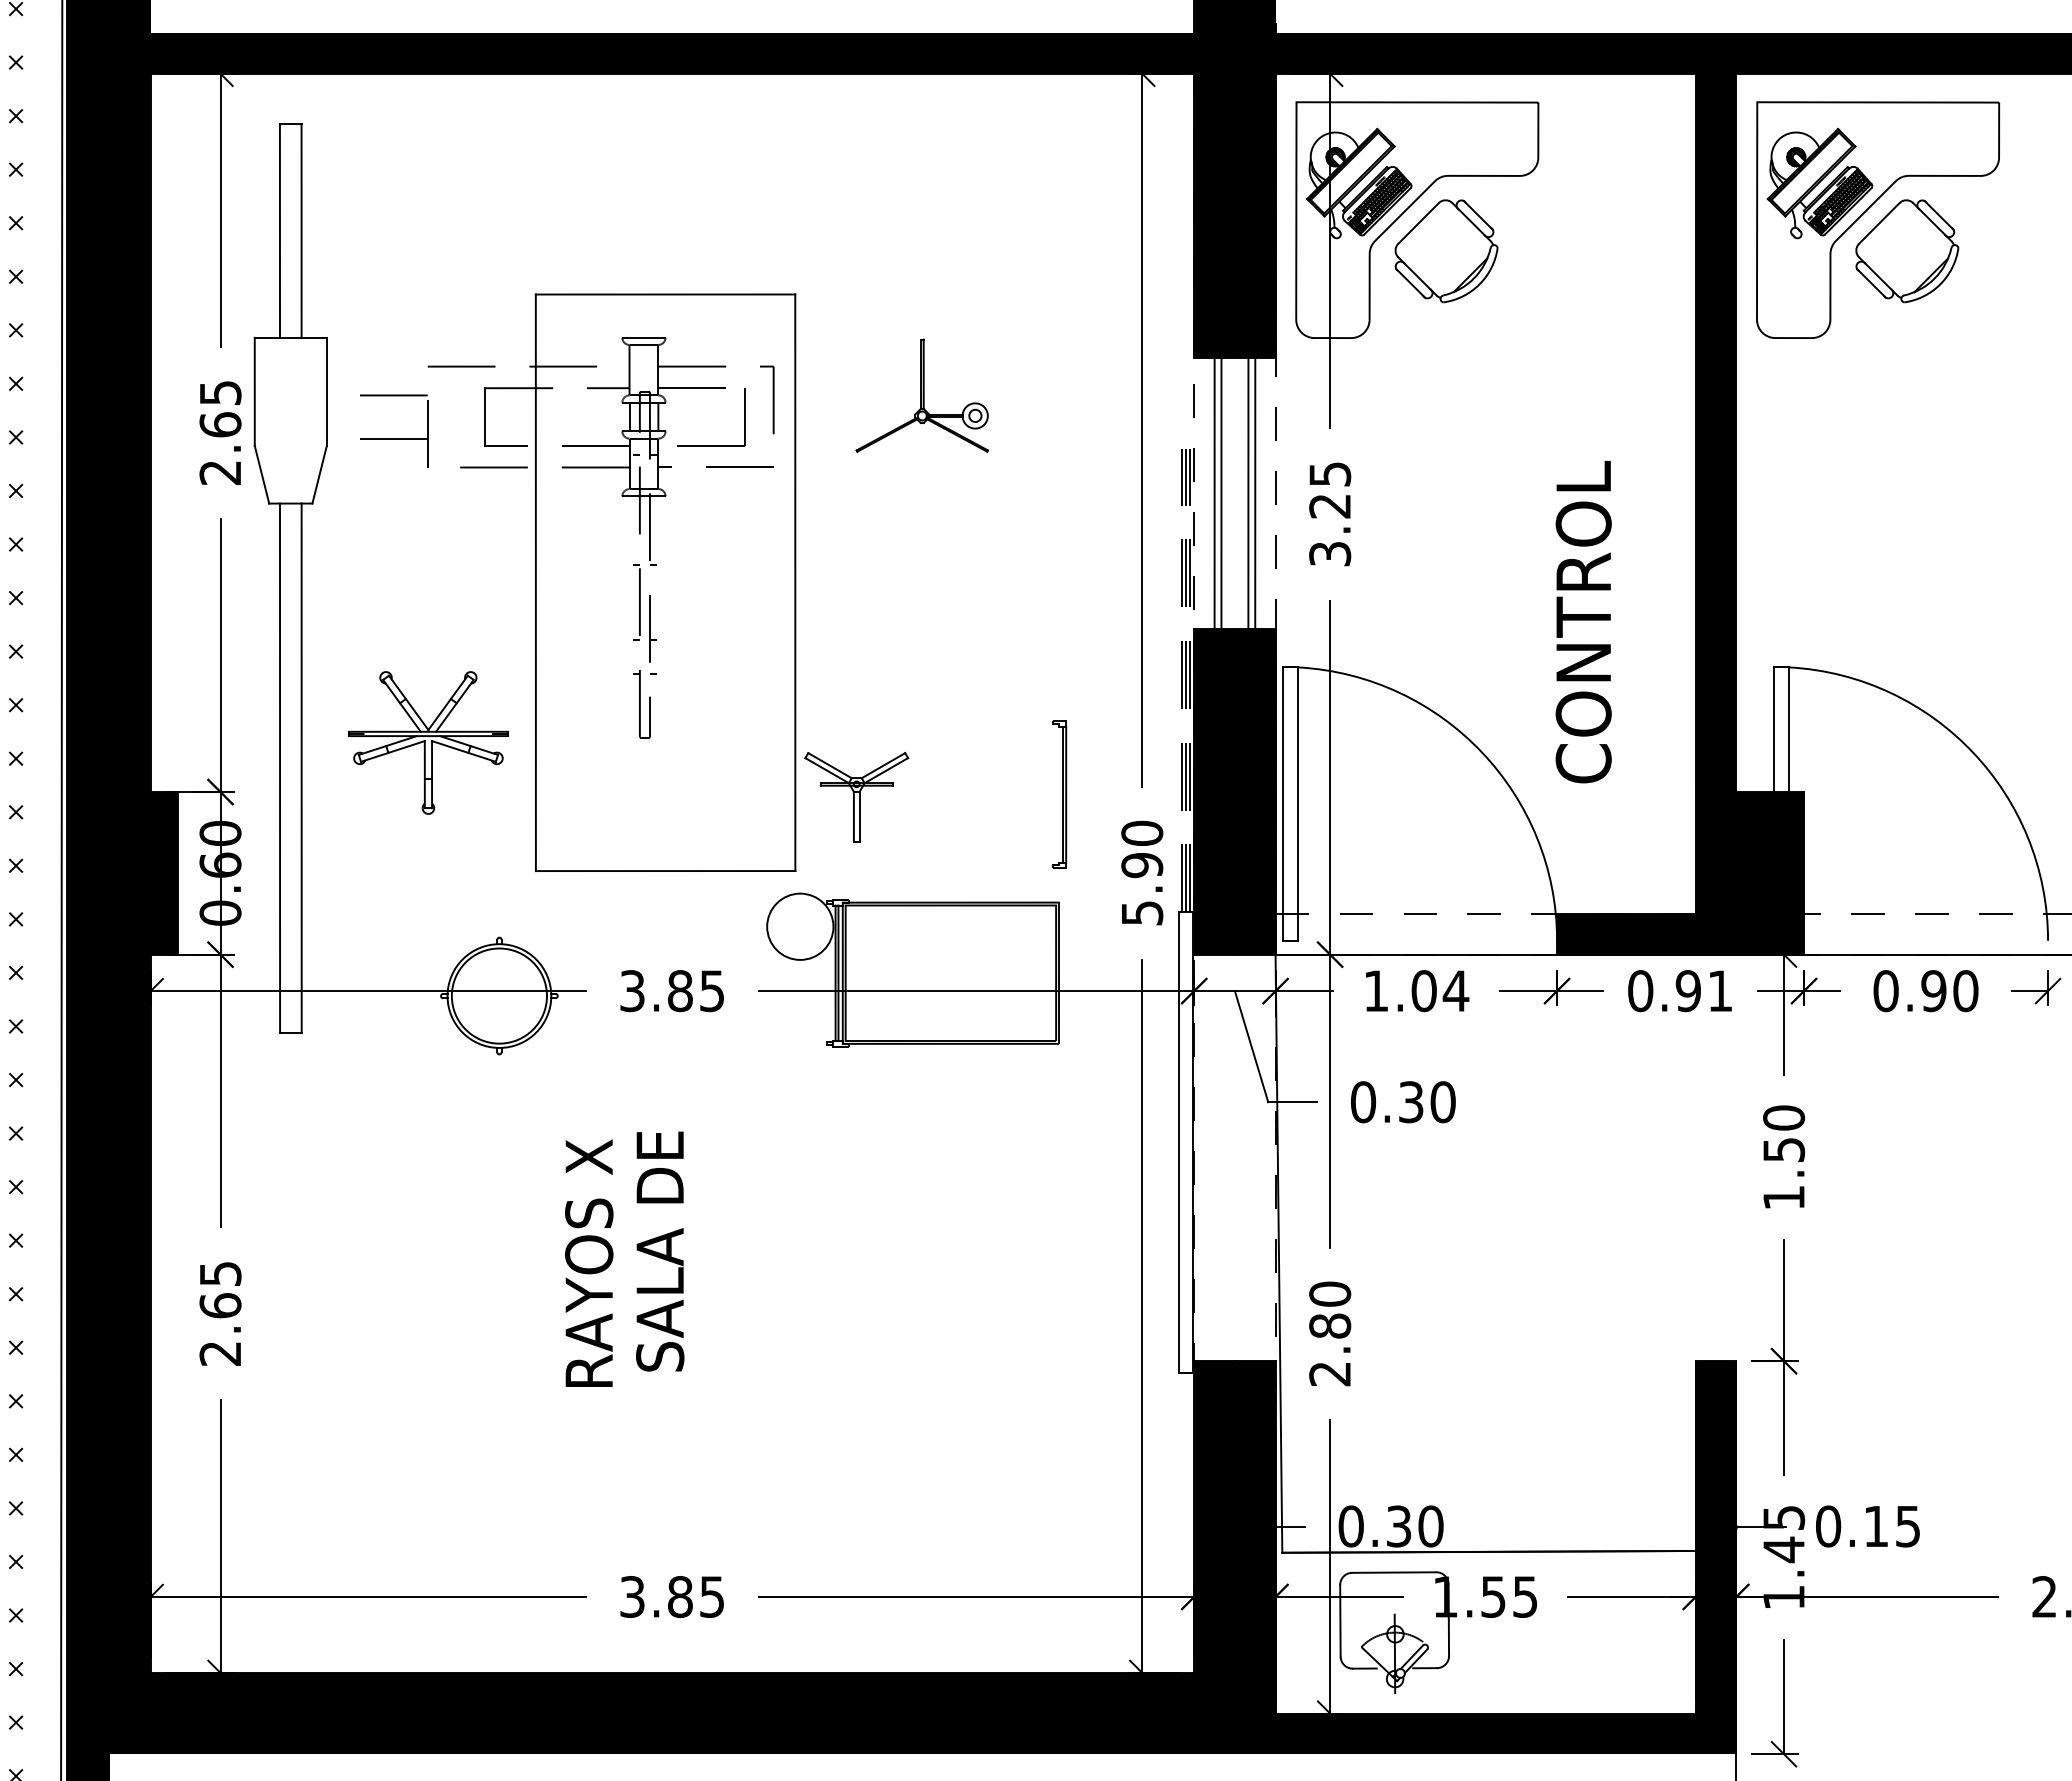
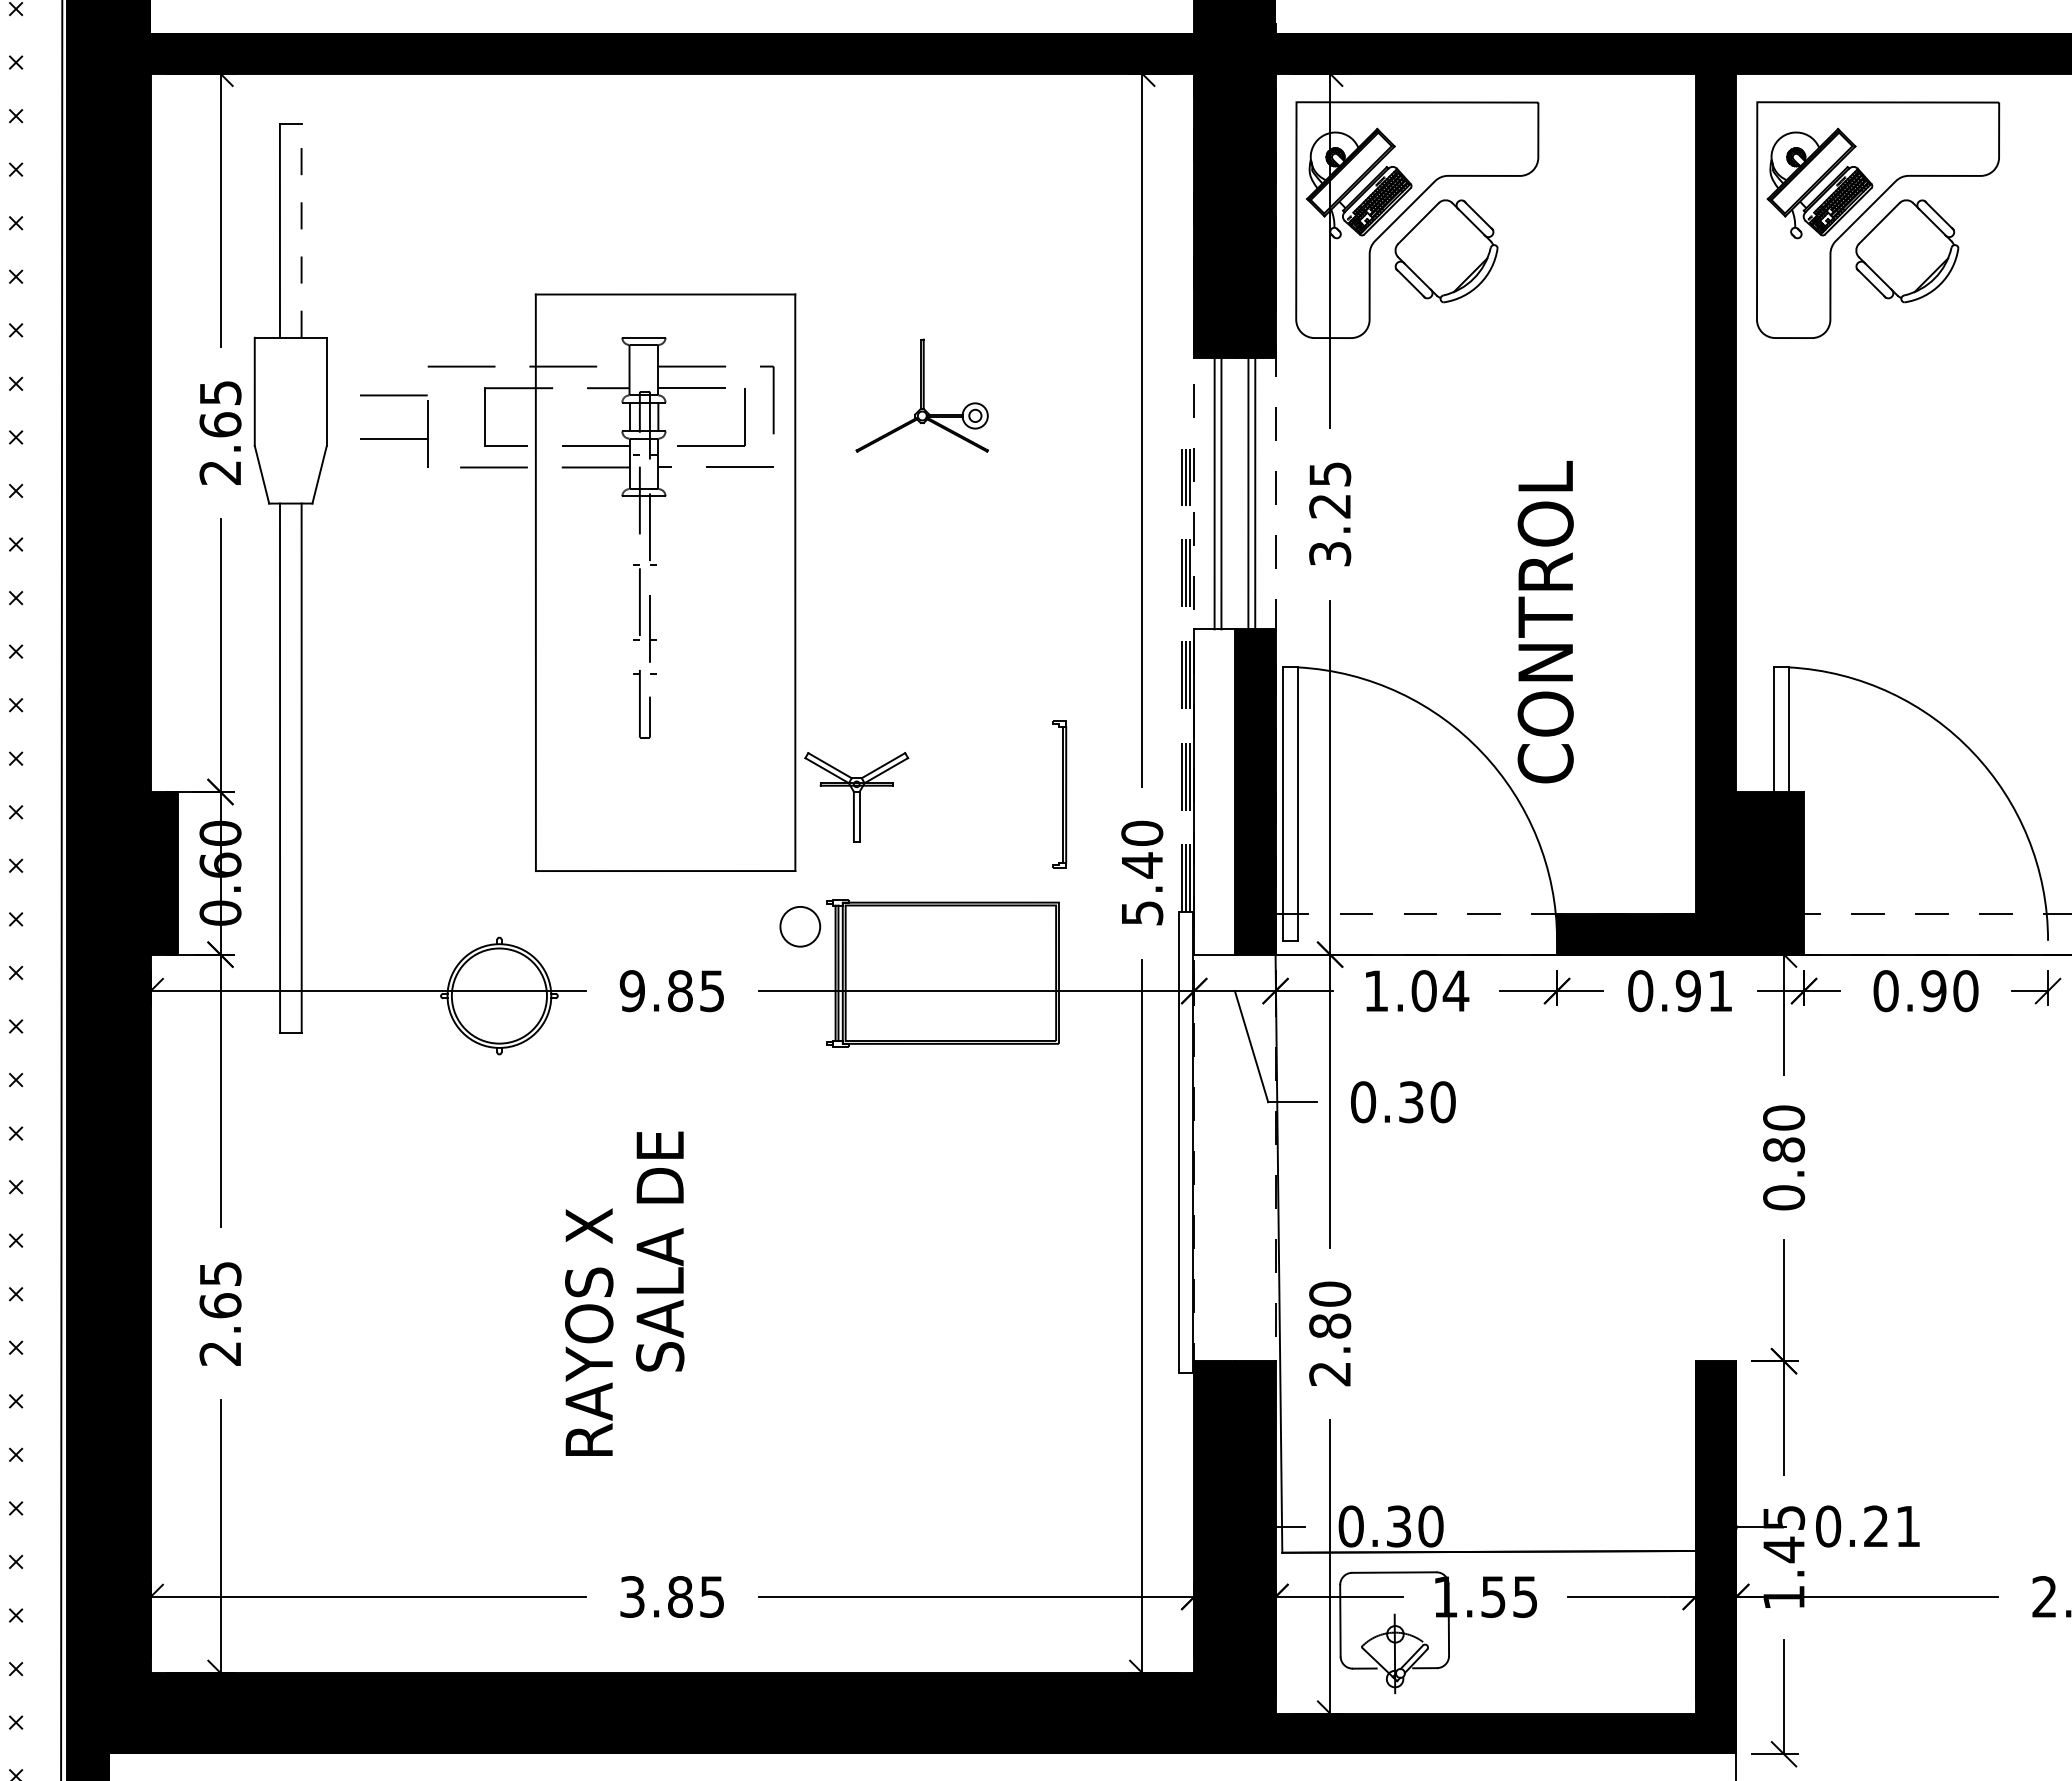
line at (301, 231): solid -> dashed
text at (1583, 622) position: (1583, 622) -> (1545, 622)
part at (428, 742): present -> none
fill at (1214, 791): present -> none
text at (1142, 865): 5.90 -> 5.40
circle at (800, 926) diameter: 66 px -> 40 px
text at (631, 990): 3.85 -> 9.85
text at (1784, 1173): 1.50 -> 0.80
text at (589, 1262) position: (589, 1262) -> (589, 1331)
text at (1891, 1526): 0.15 -> 0.21
